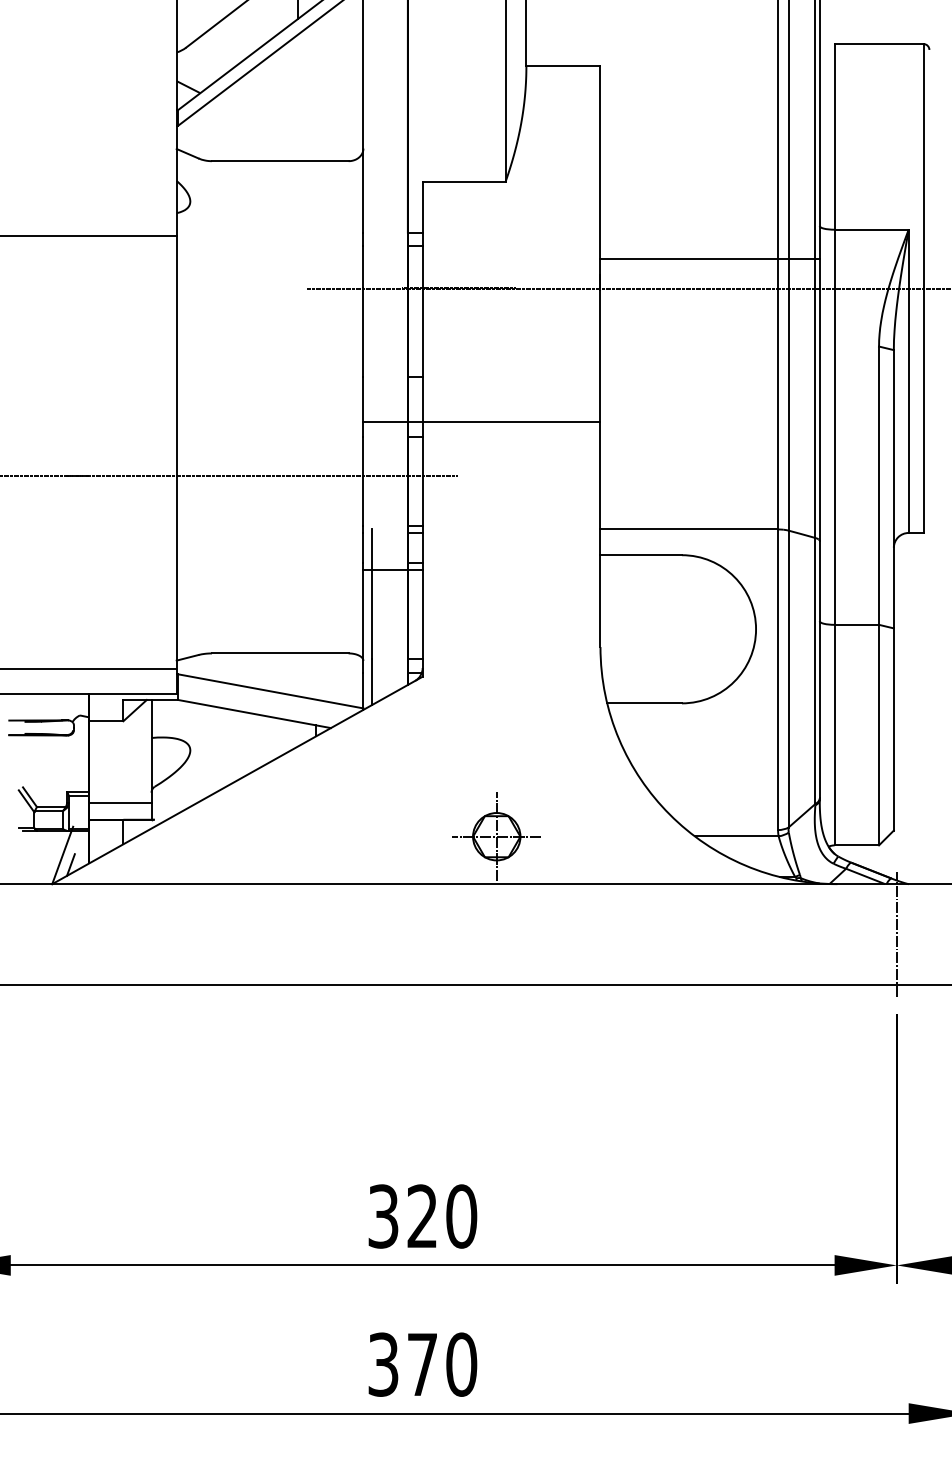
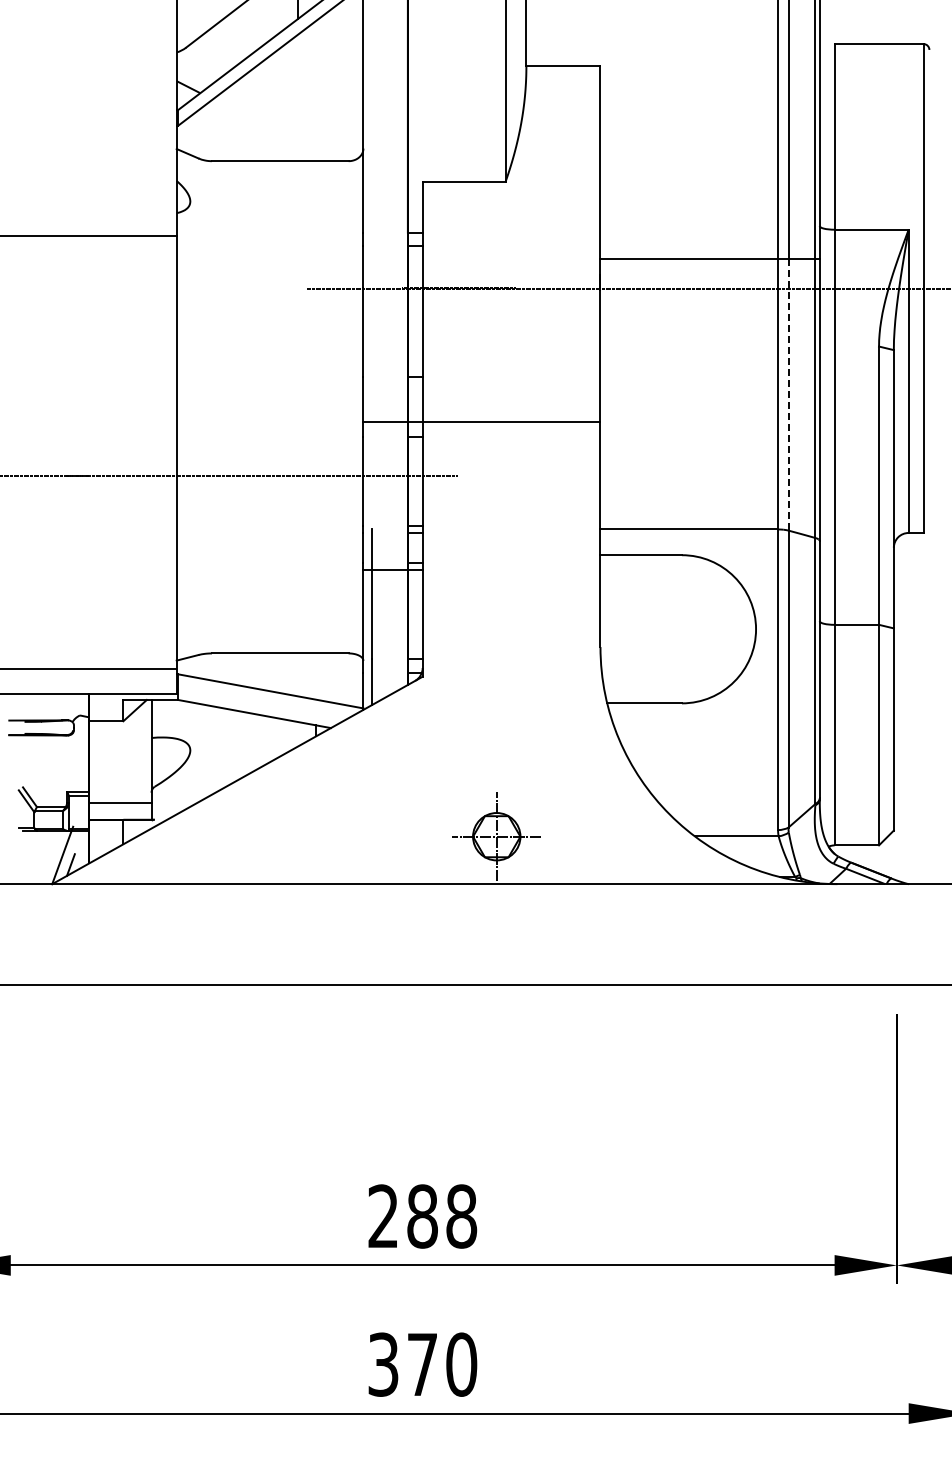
line at (788, 394): solid -> dashed
line at (896, 934): present -> none
text at (422, 1216): 320 -> 288
